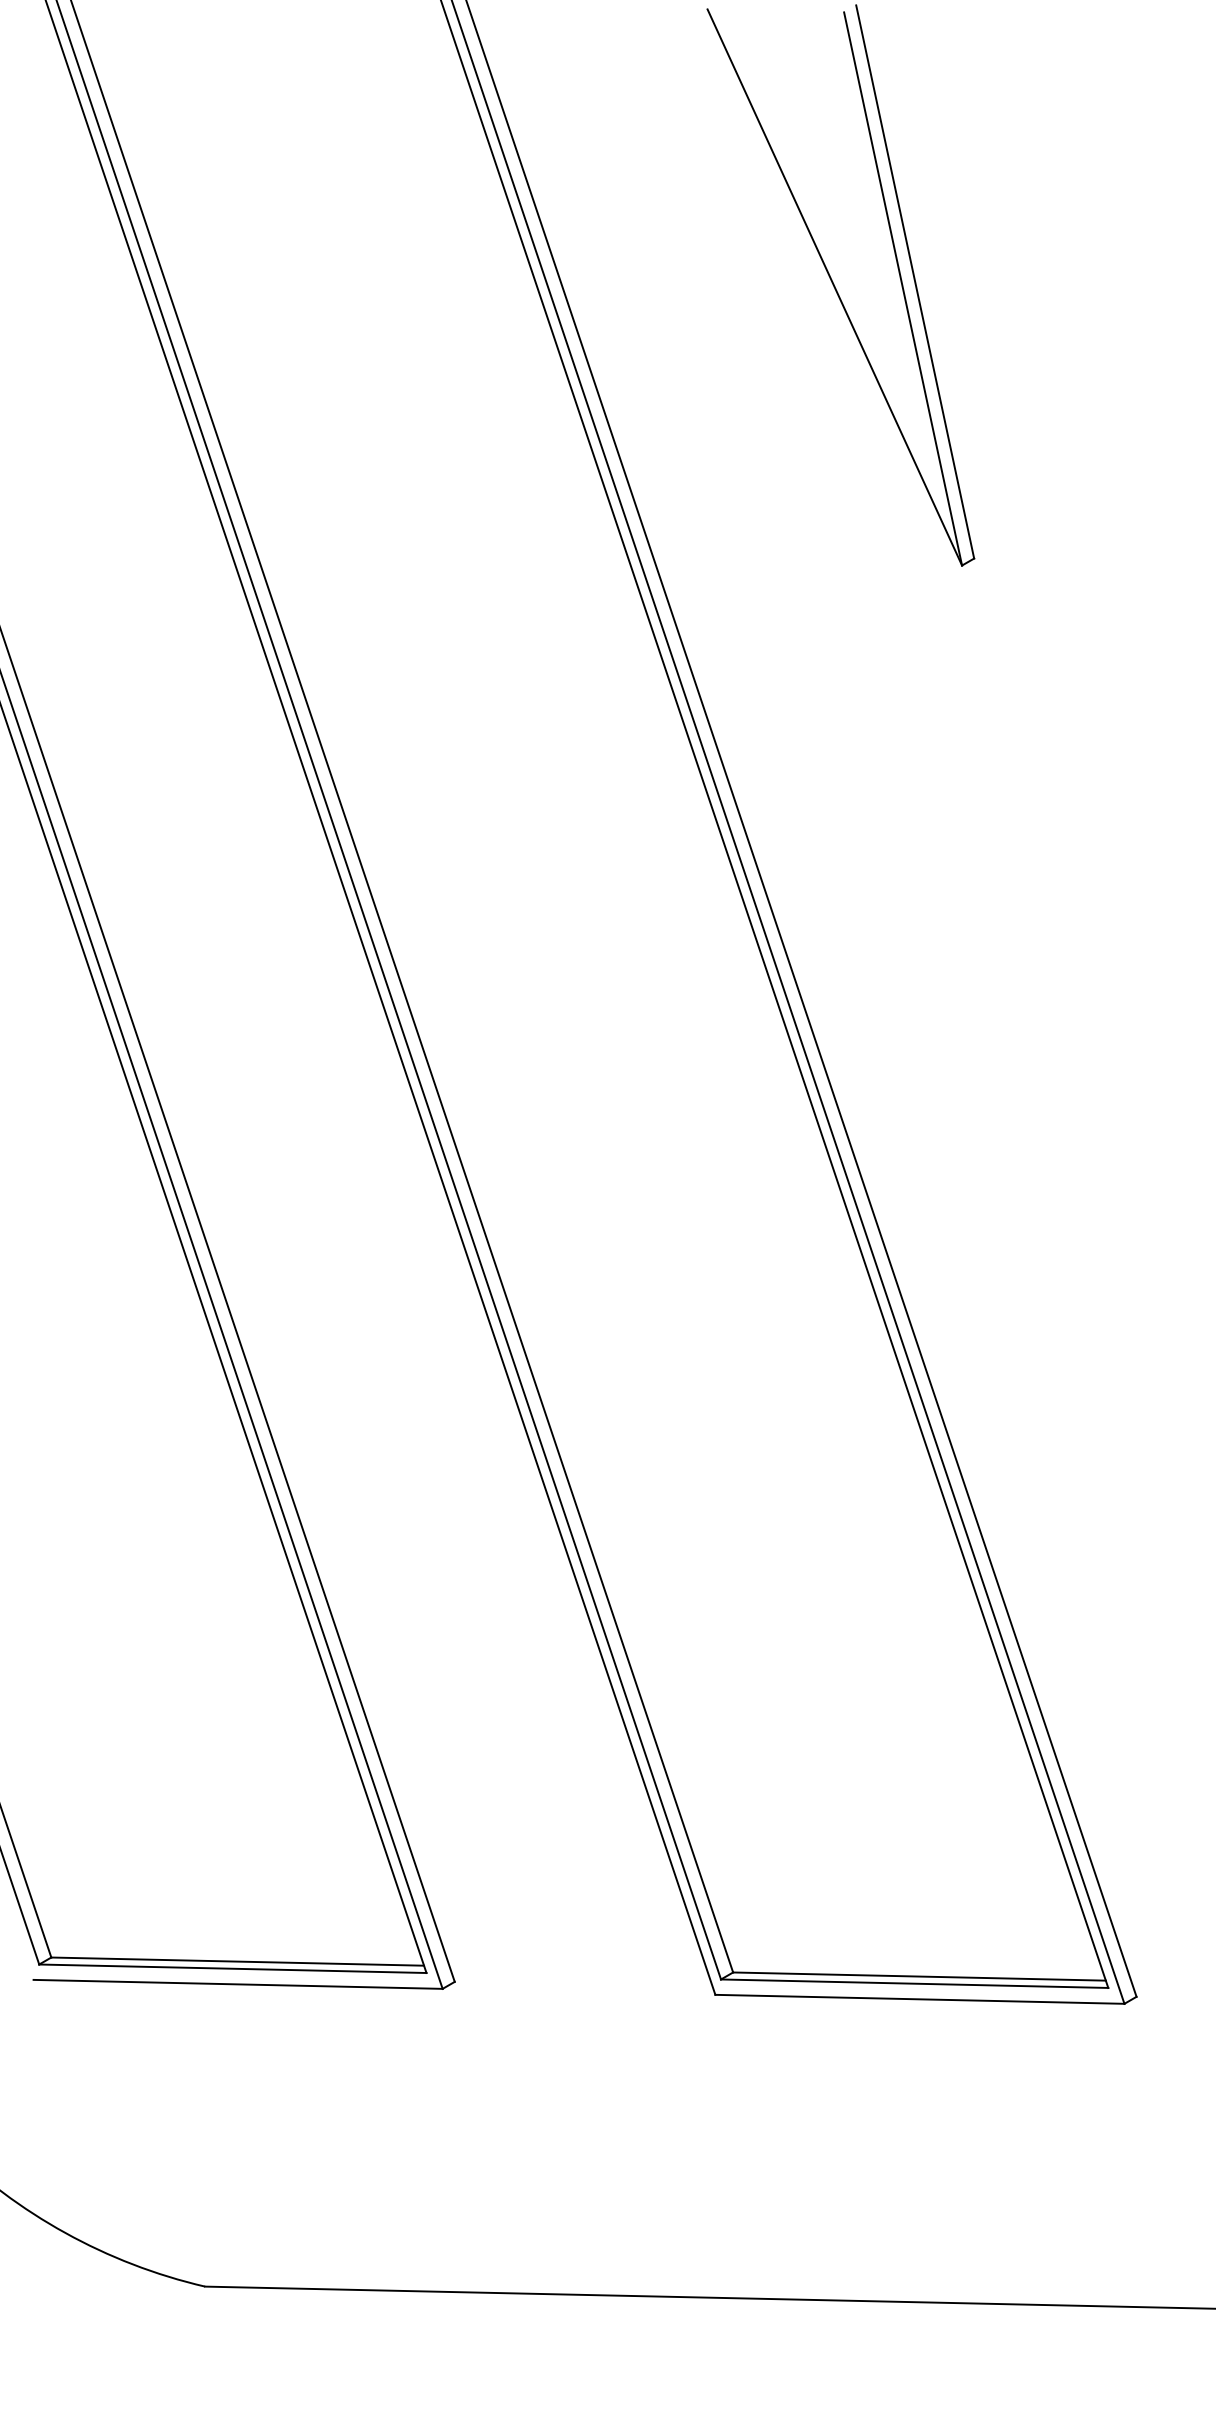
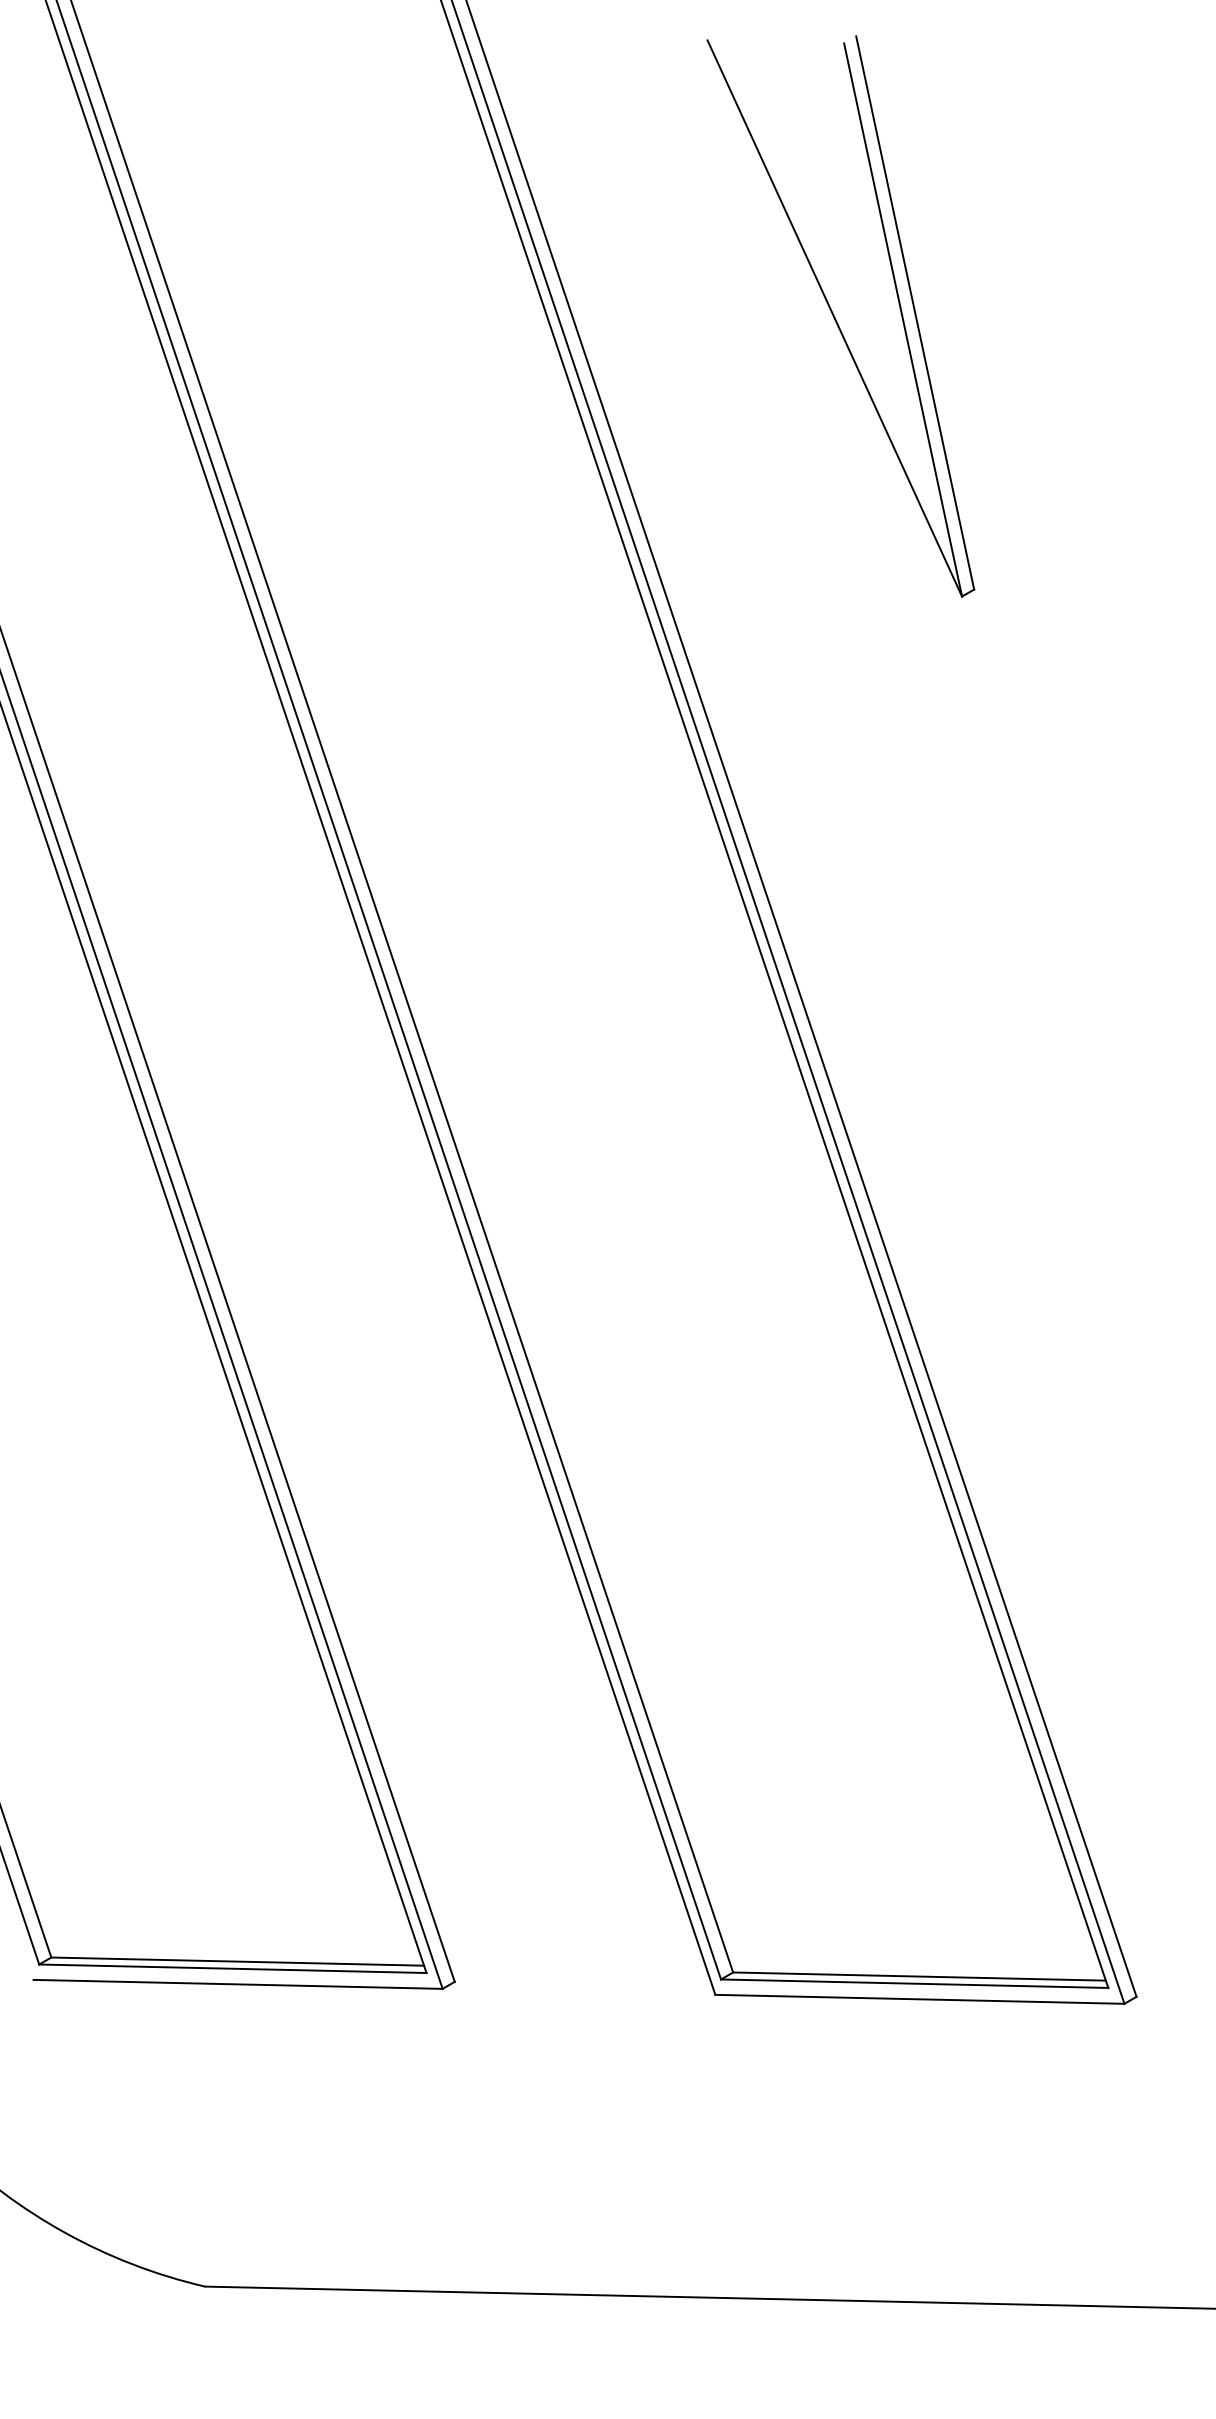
part at (840, 285) position: (840, 285) -> (840, 316)
